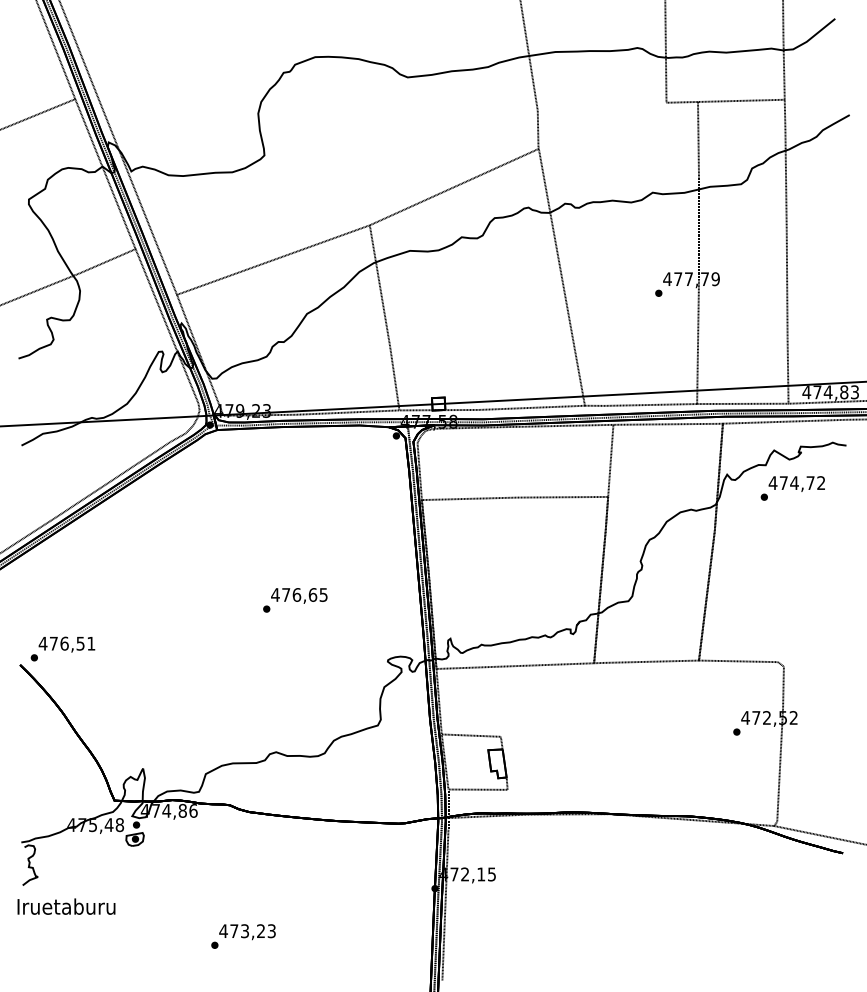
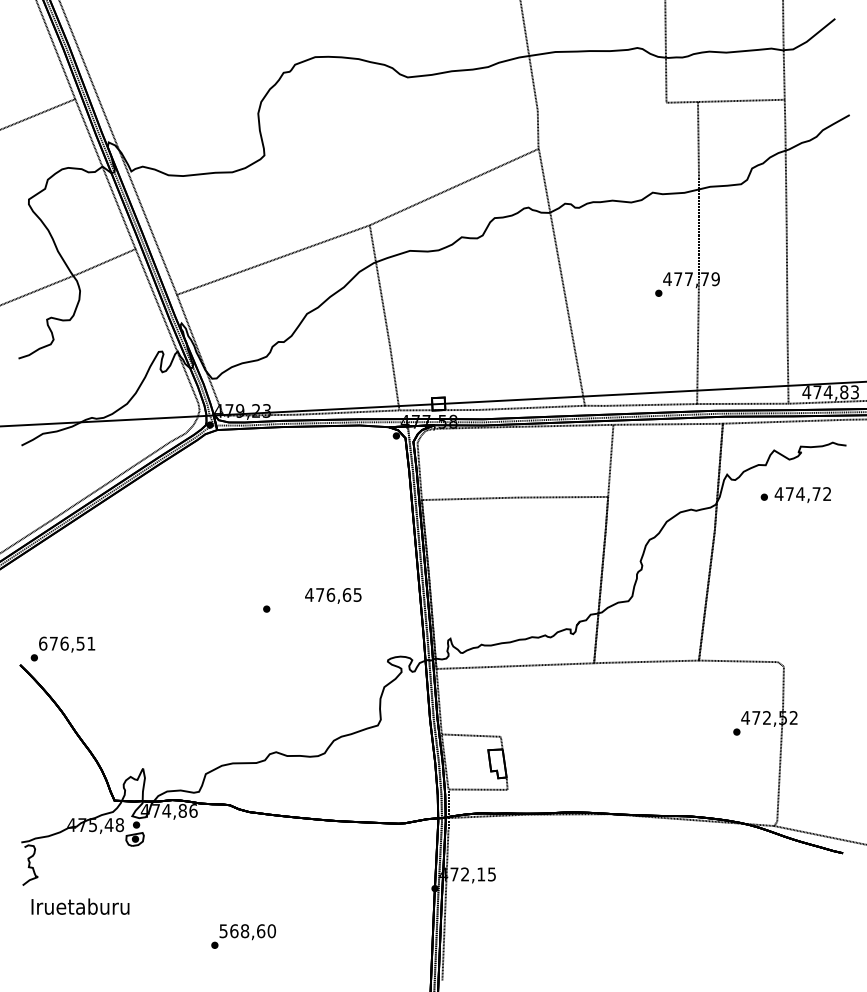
text at (796, 483) position: (796, 483) -> (802, 494)
text at (299, 595) position: (299, 595) -> (333, 595)
text at (42, 643): 476,51 -> 676,51
text at (66, 906) position: (66, 906) -> (80, 906)
text at (247, 931): 473,23 -> 568,60
